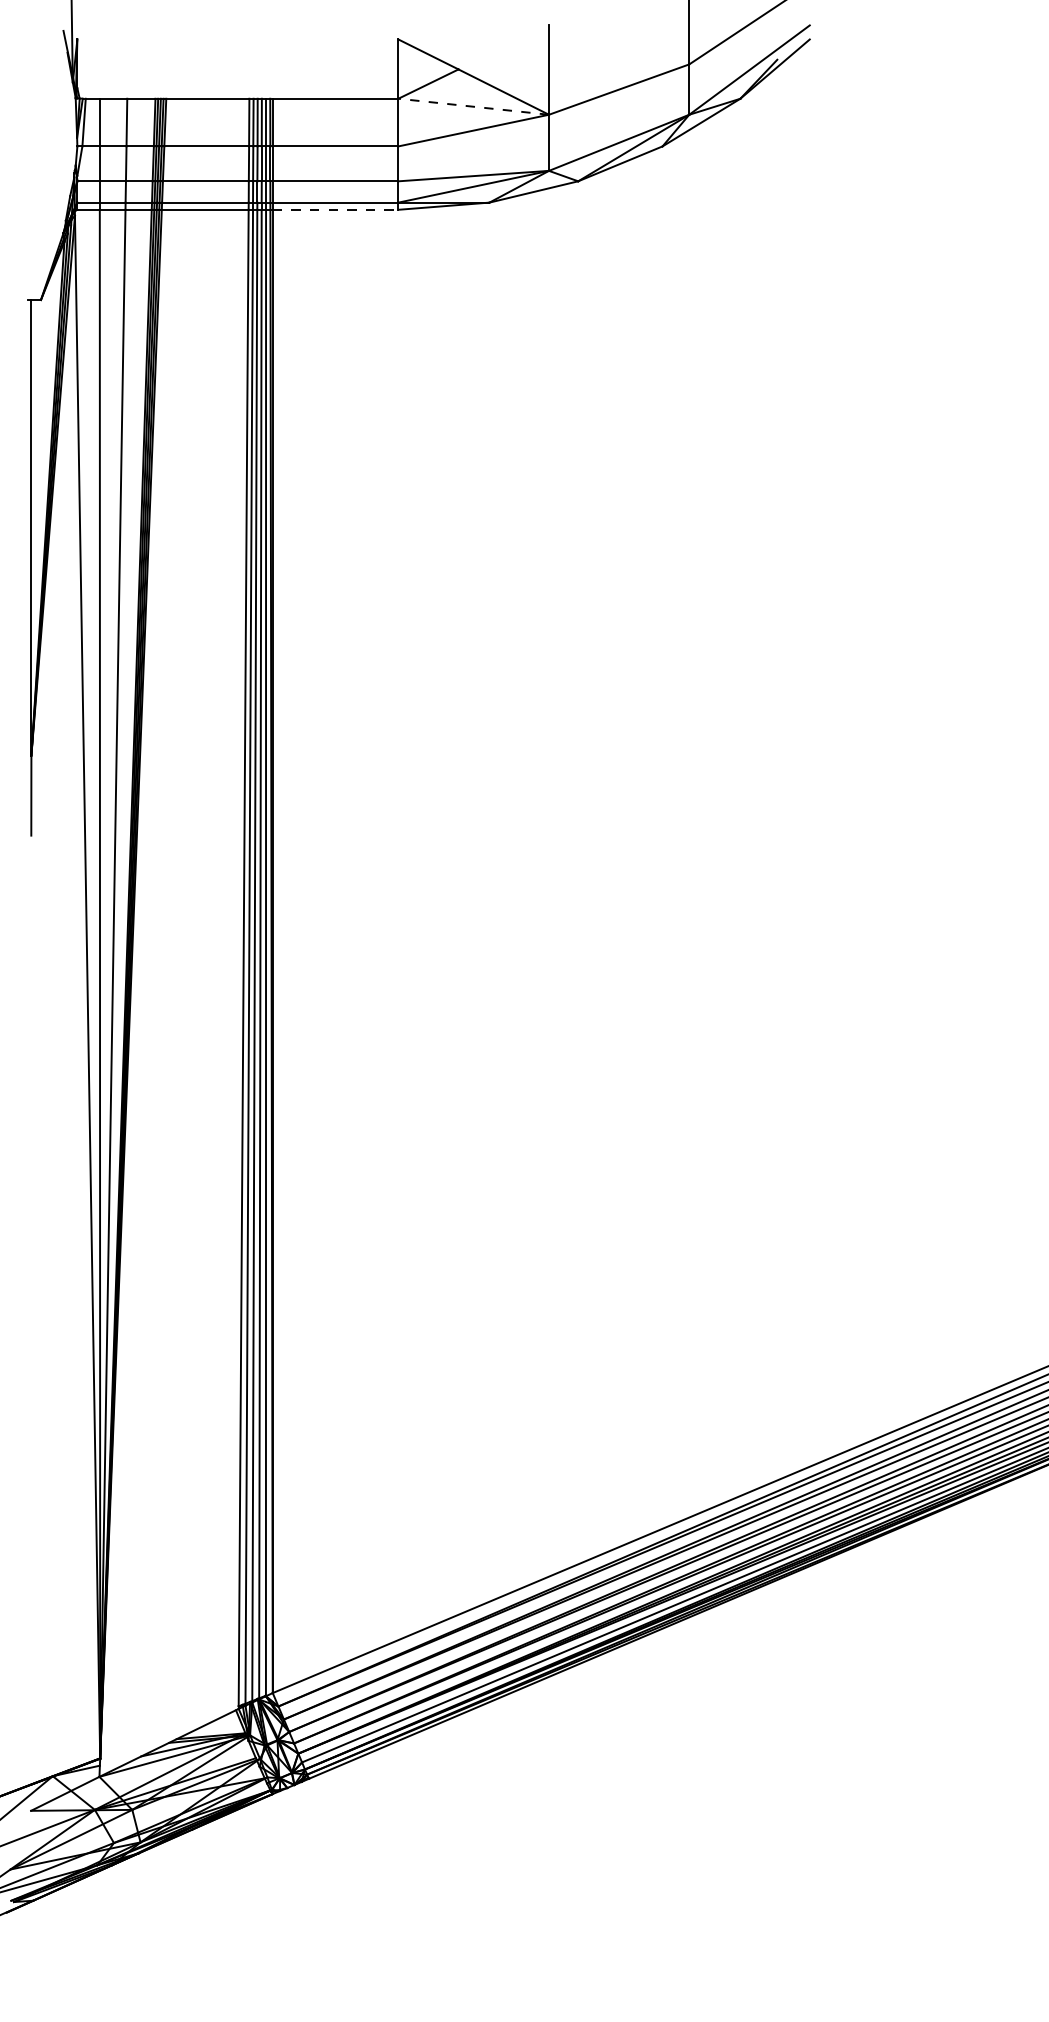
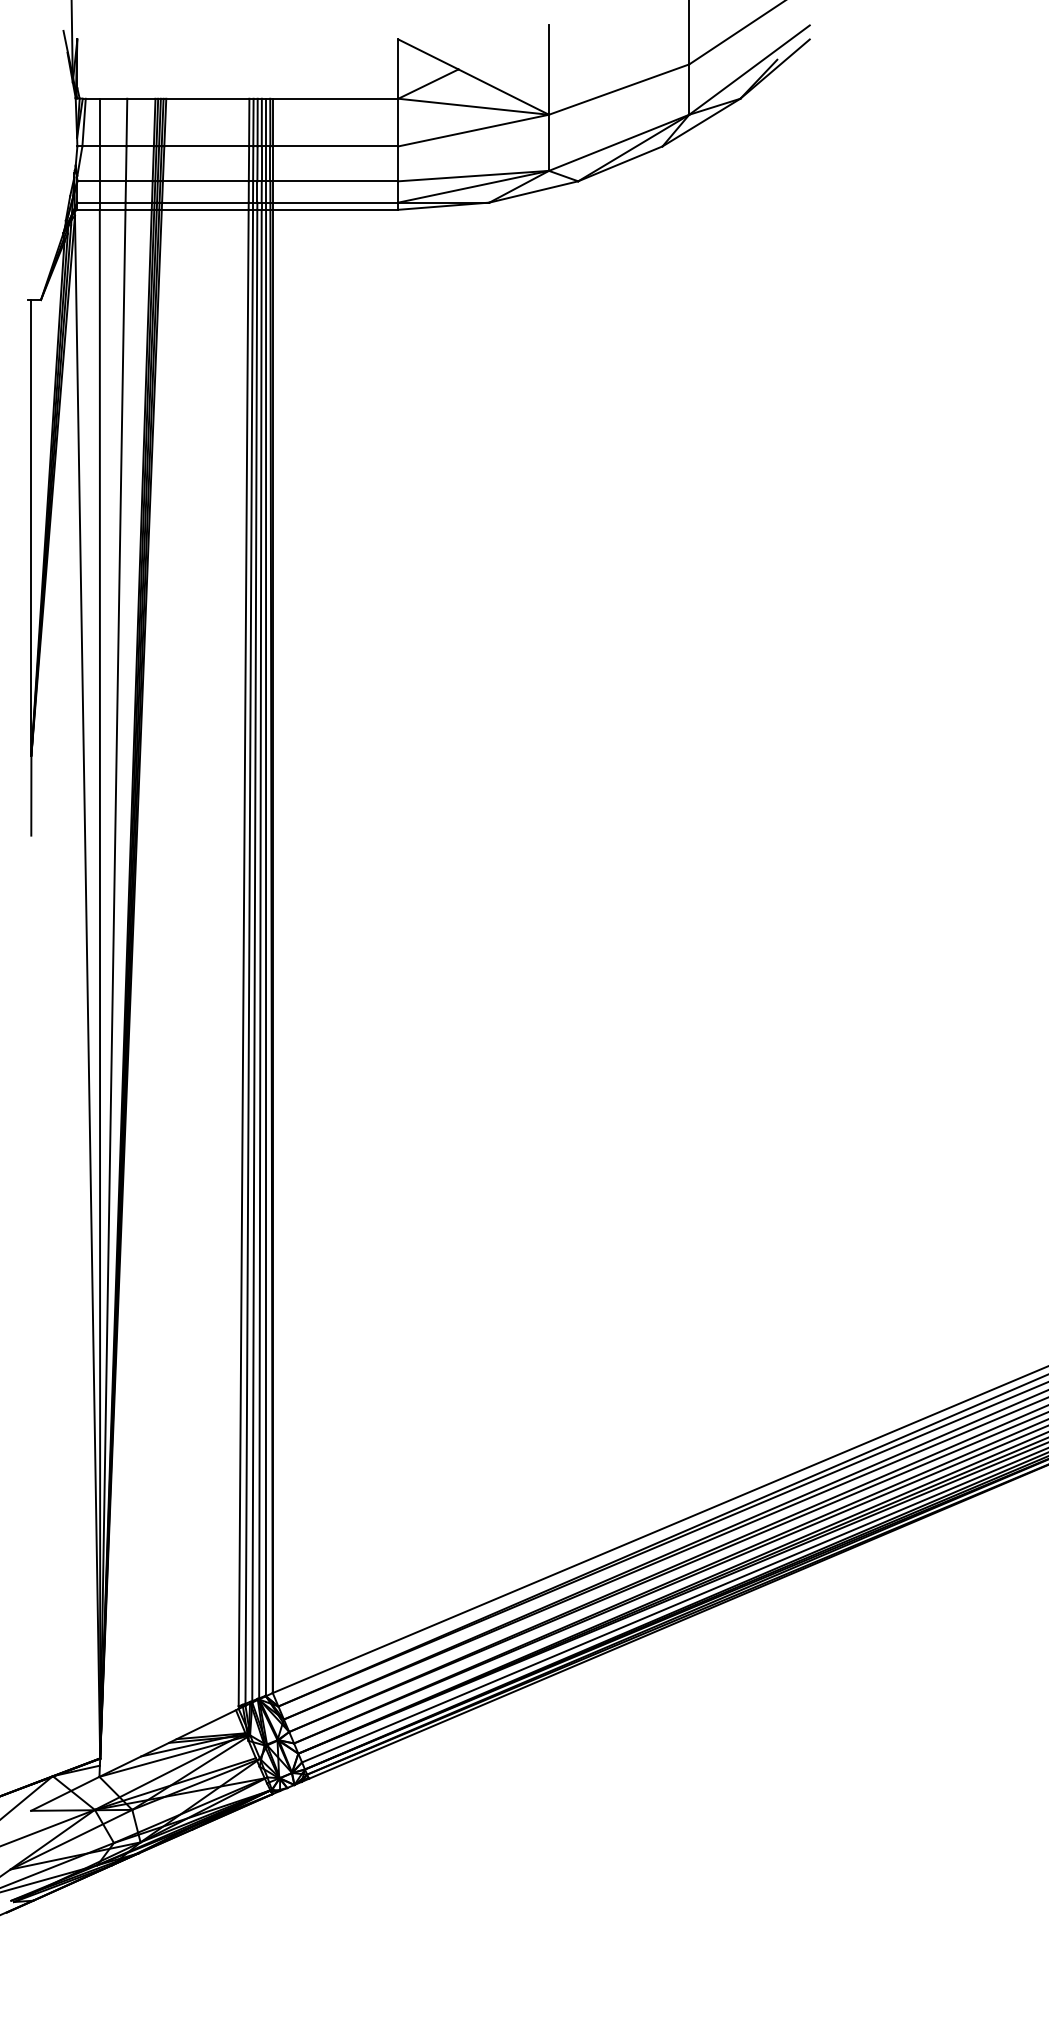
line at (473, 106): dashed -> solid
line at (335, 209): dashed -> solid
